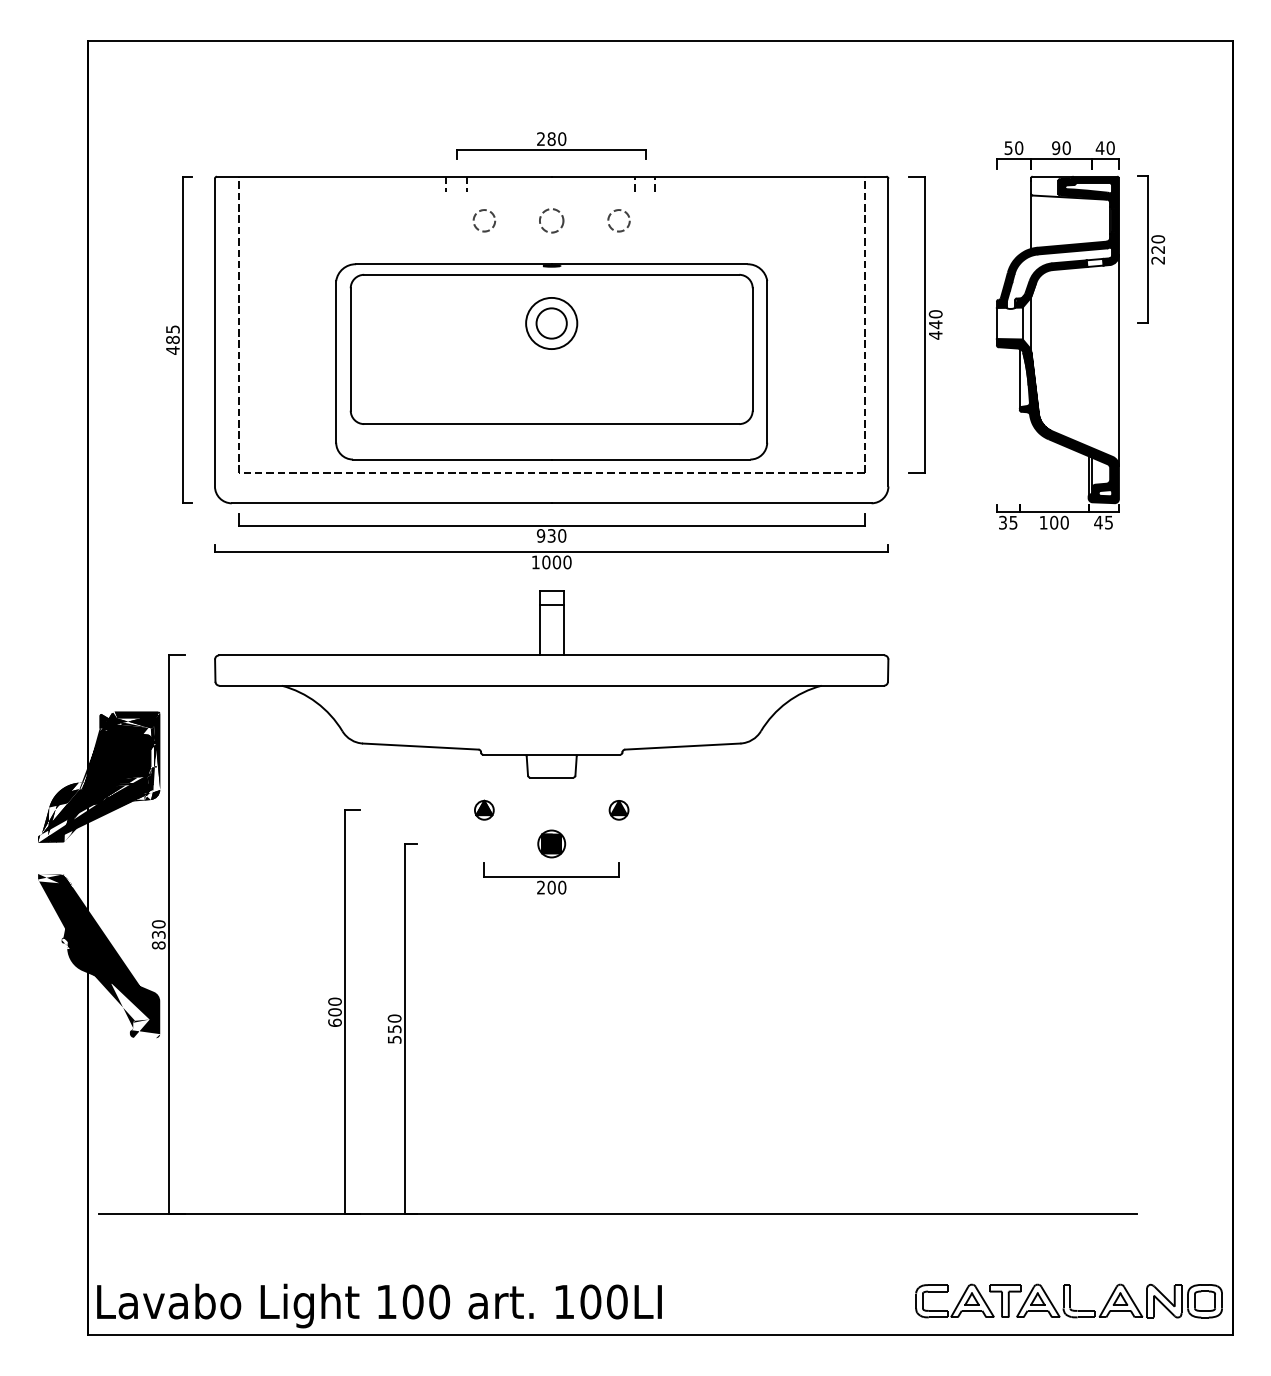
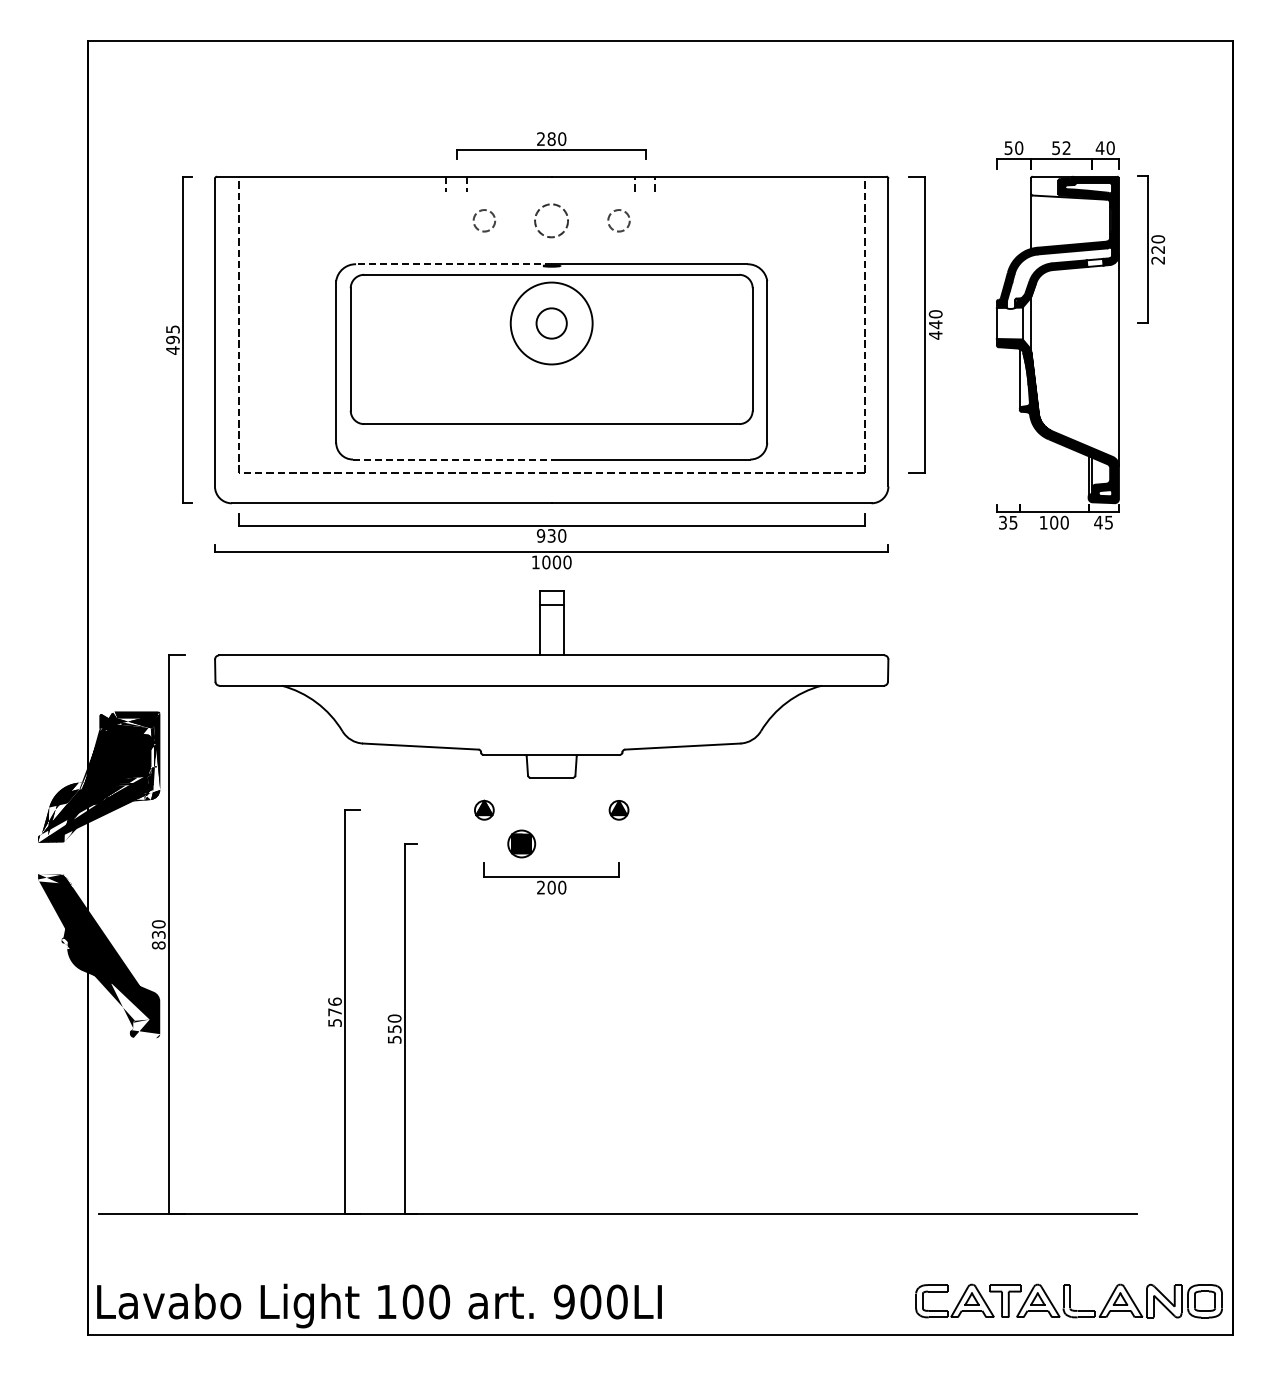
text at (1061, 148): 90 -> 52
circle at (551, 220) size: 26x26 px -> 35x36 px
line at (453, 264): solid -> dashed
circle at (551, 323) diameter: 51 px -> 82 px
text at (172, 339): 485 -> 495
line at (452, 459): solid -> dashed
part at (551, 843) position: (551, 843) -> (521, 843)
text at (334, 1011): 600 -> 576
text at (564, 1301): 100LI -> 900LI
